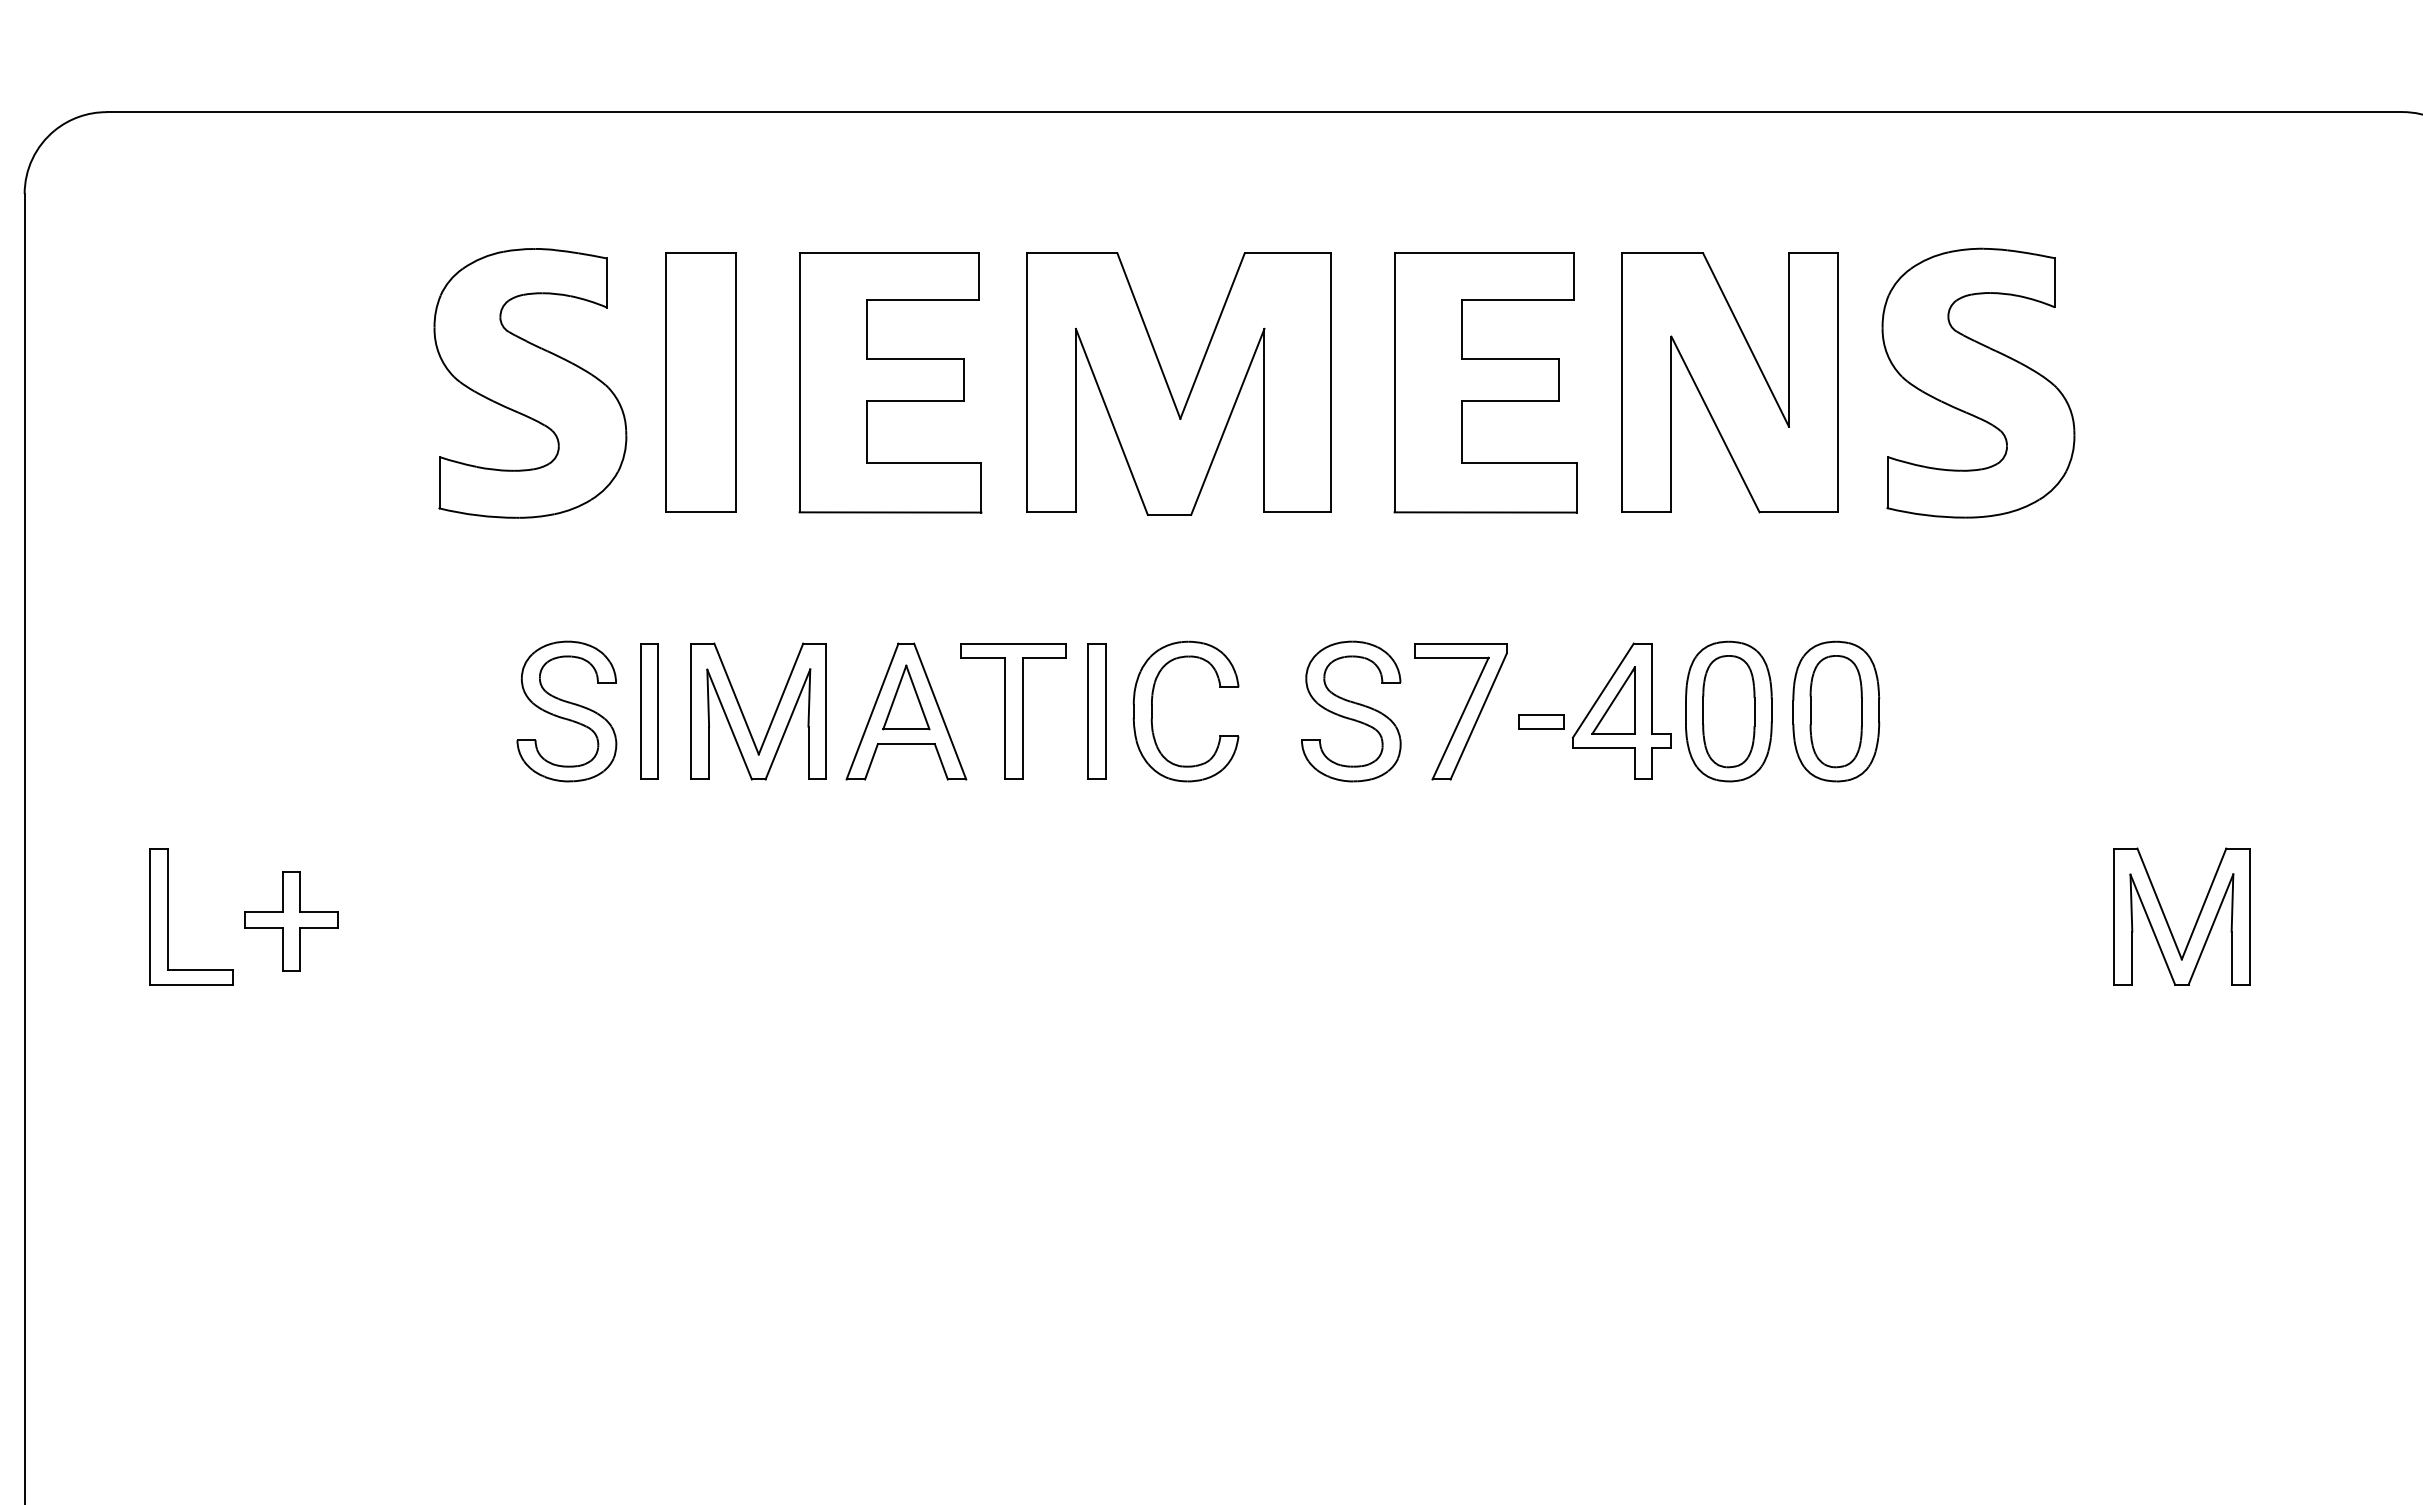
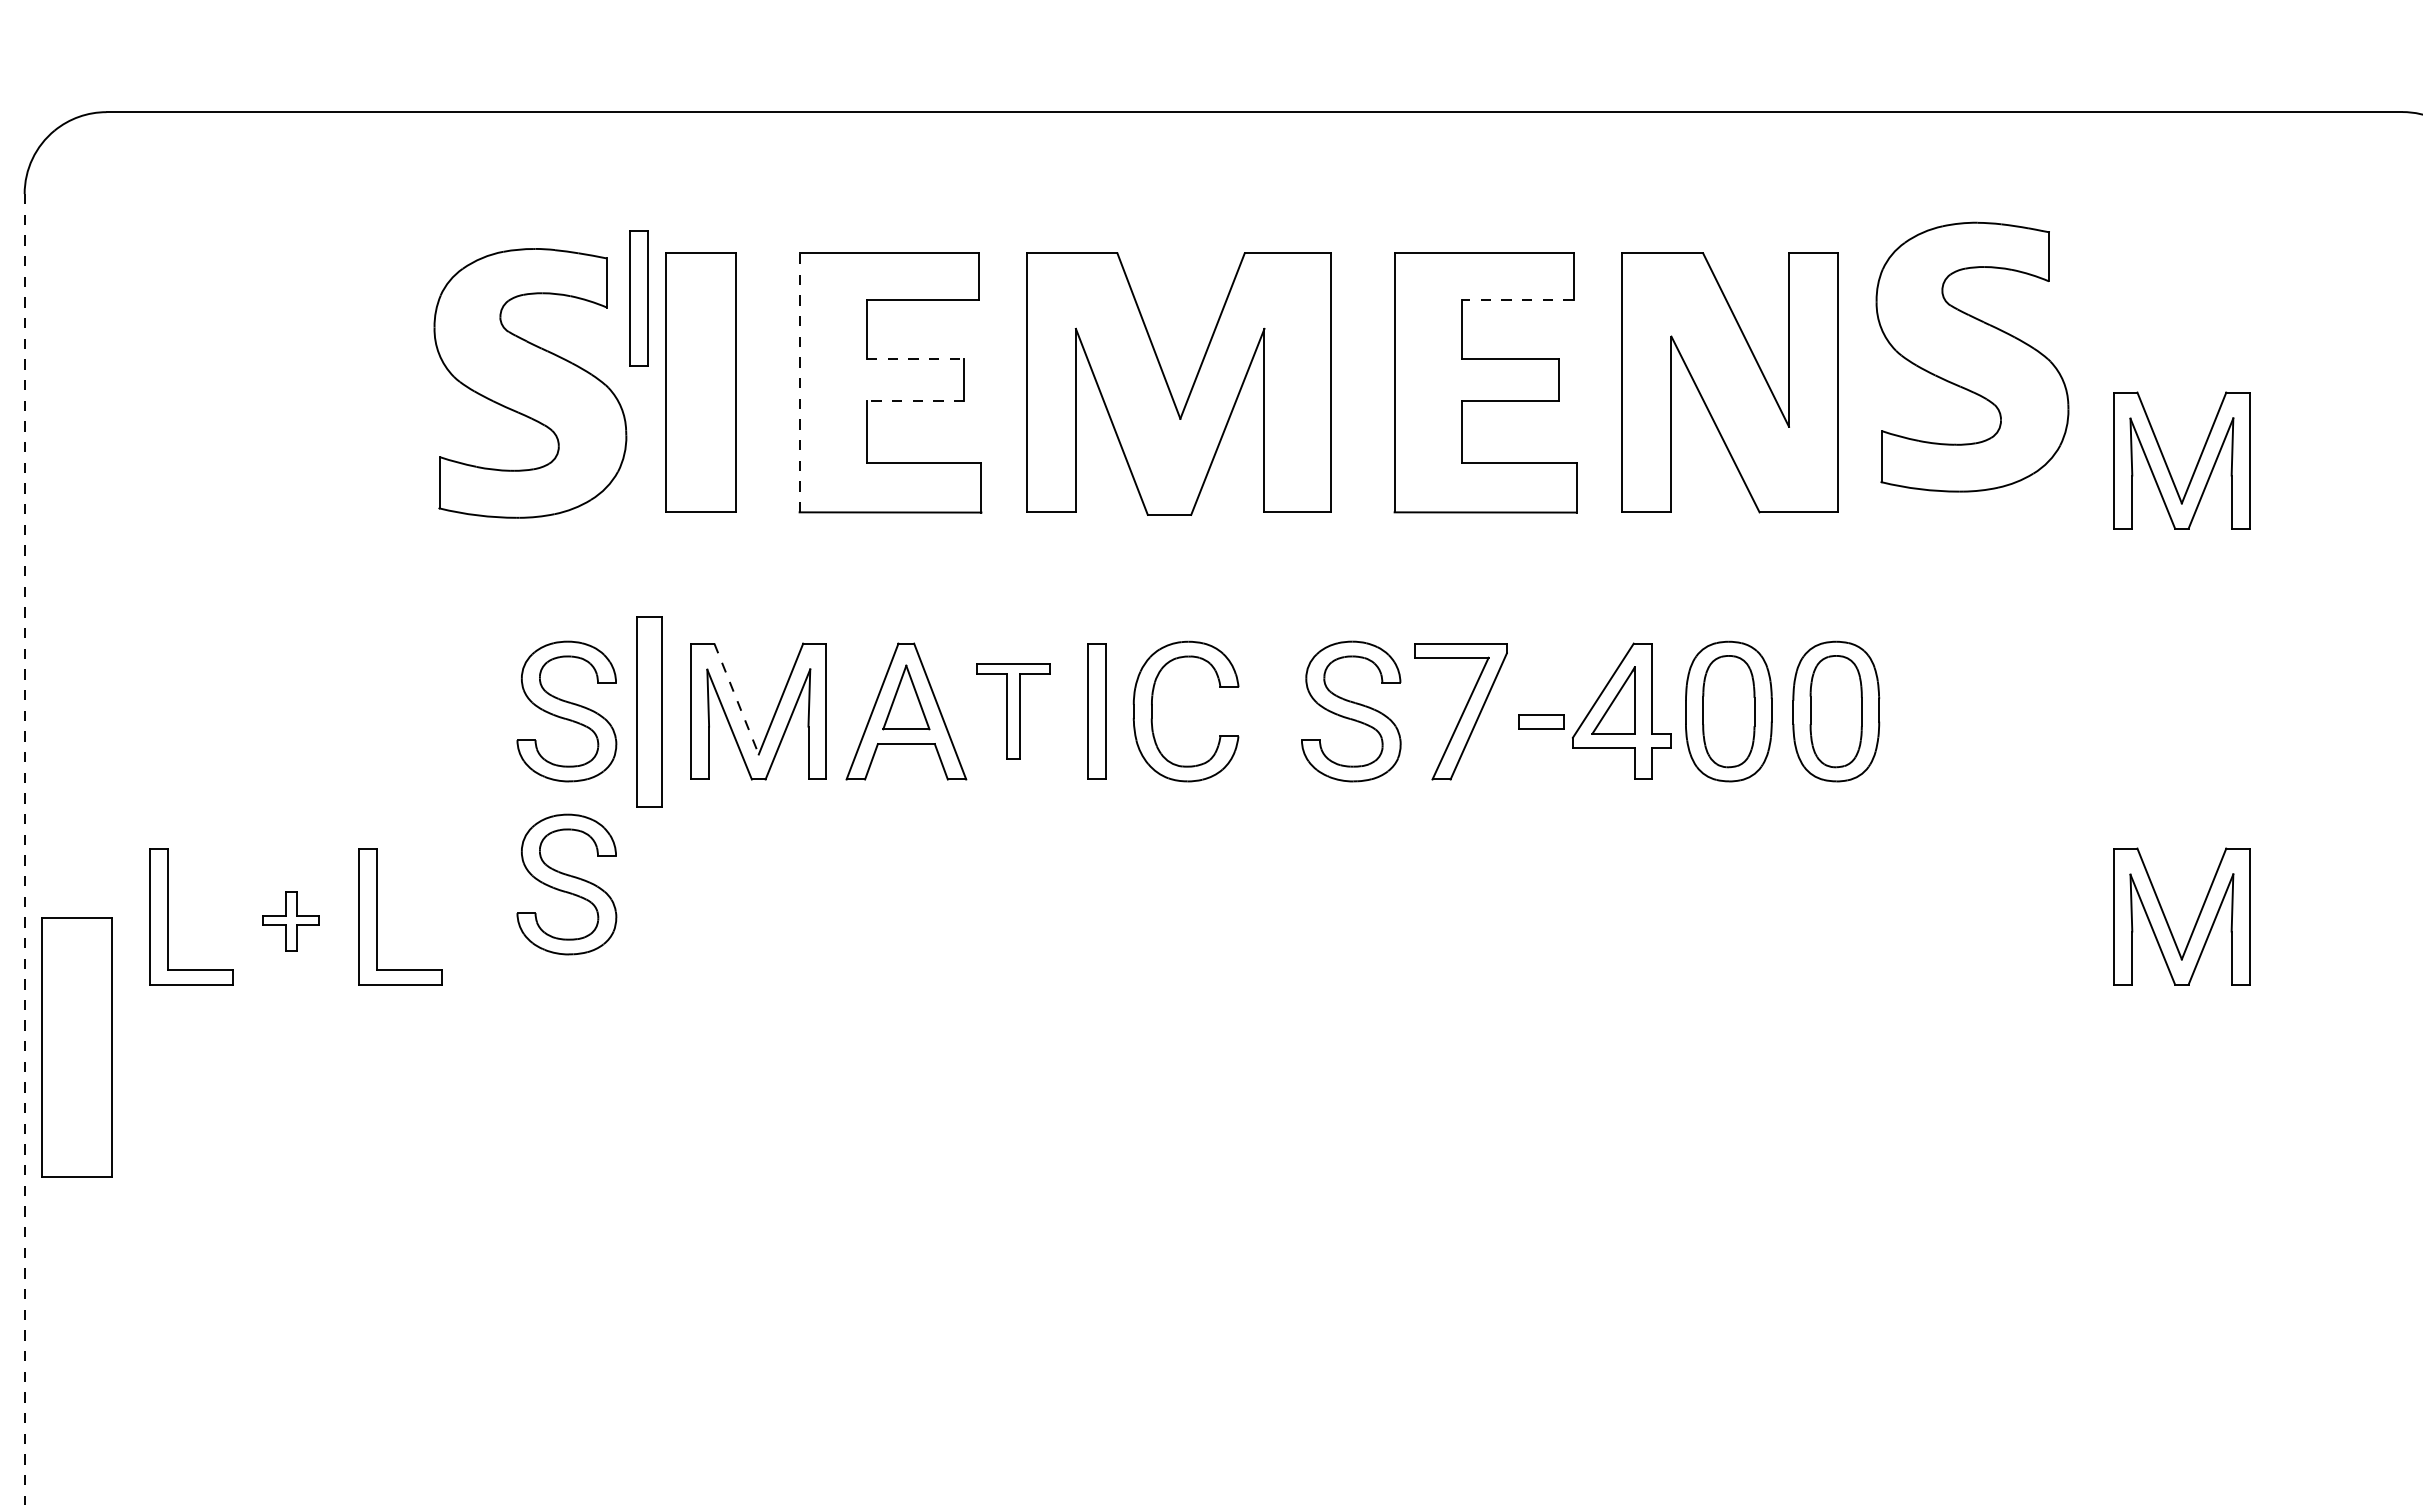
part at (638, 298): none -> present
line at (1517, 300): solid -> dashed
line at (915, 358): solid -> dashed
line at (799, 382): solid -> dashed
part at (1978, 382) position: (1978, 382) -> (1972, 356)
line at (915, 401): solid -> dashed
part at (2168, 466): none -> present
line at (736, 699): solid -> dashed
part at (649, 711) size: 19x137 px -> 27x192 px
part at (1013, 711) size: 107x137 px -> 75x97 px
line at (24, 849): solid -> dashed
part at (566, 884): none -> present
part at (377, 916): none -> present
part at (291, 921) size: 95x101 px -> 58x61 px
part at (76, 1047): none -> present
